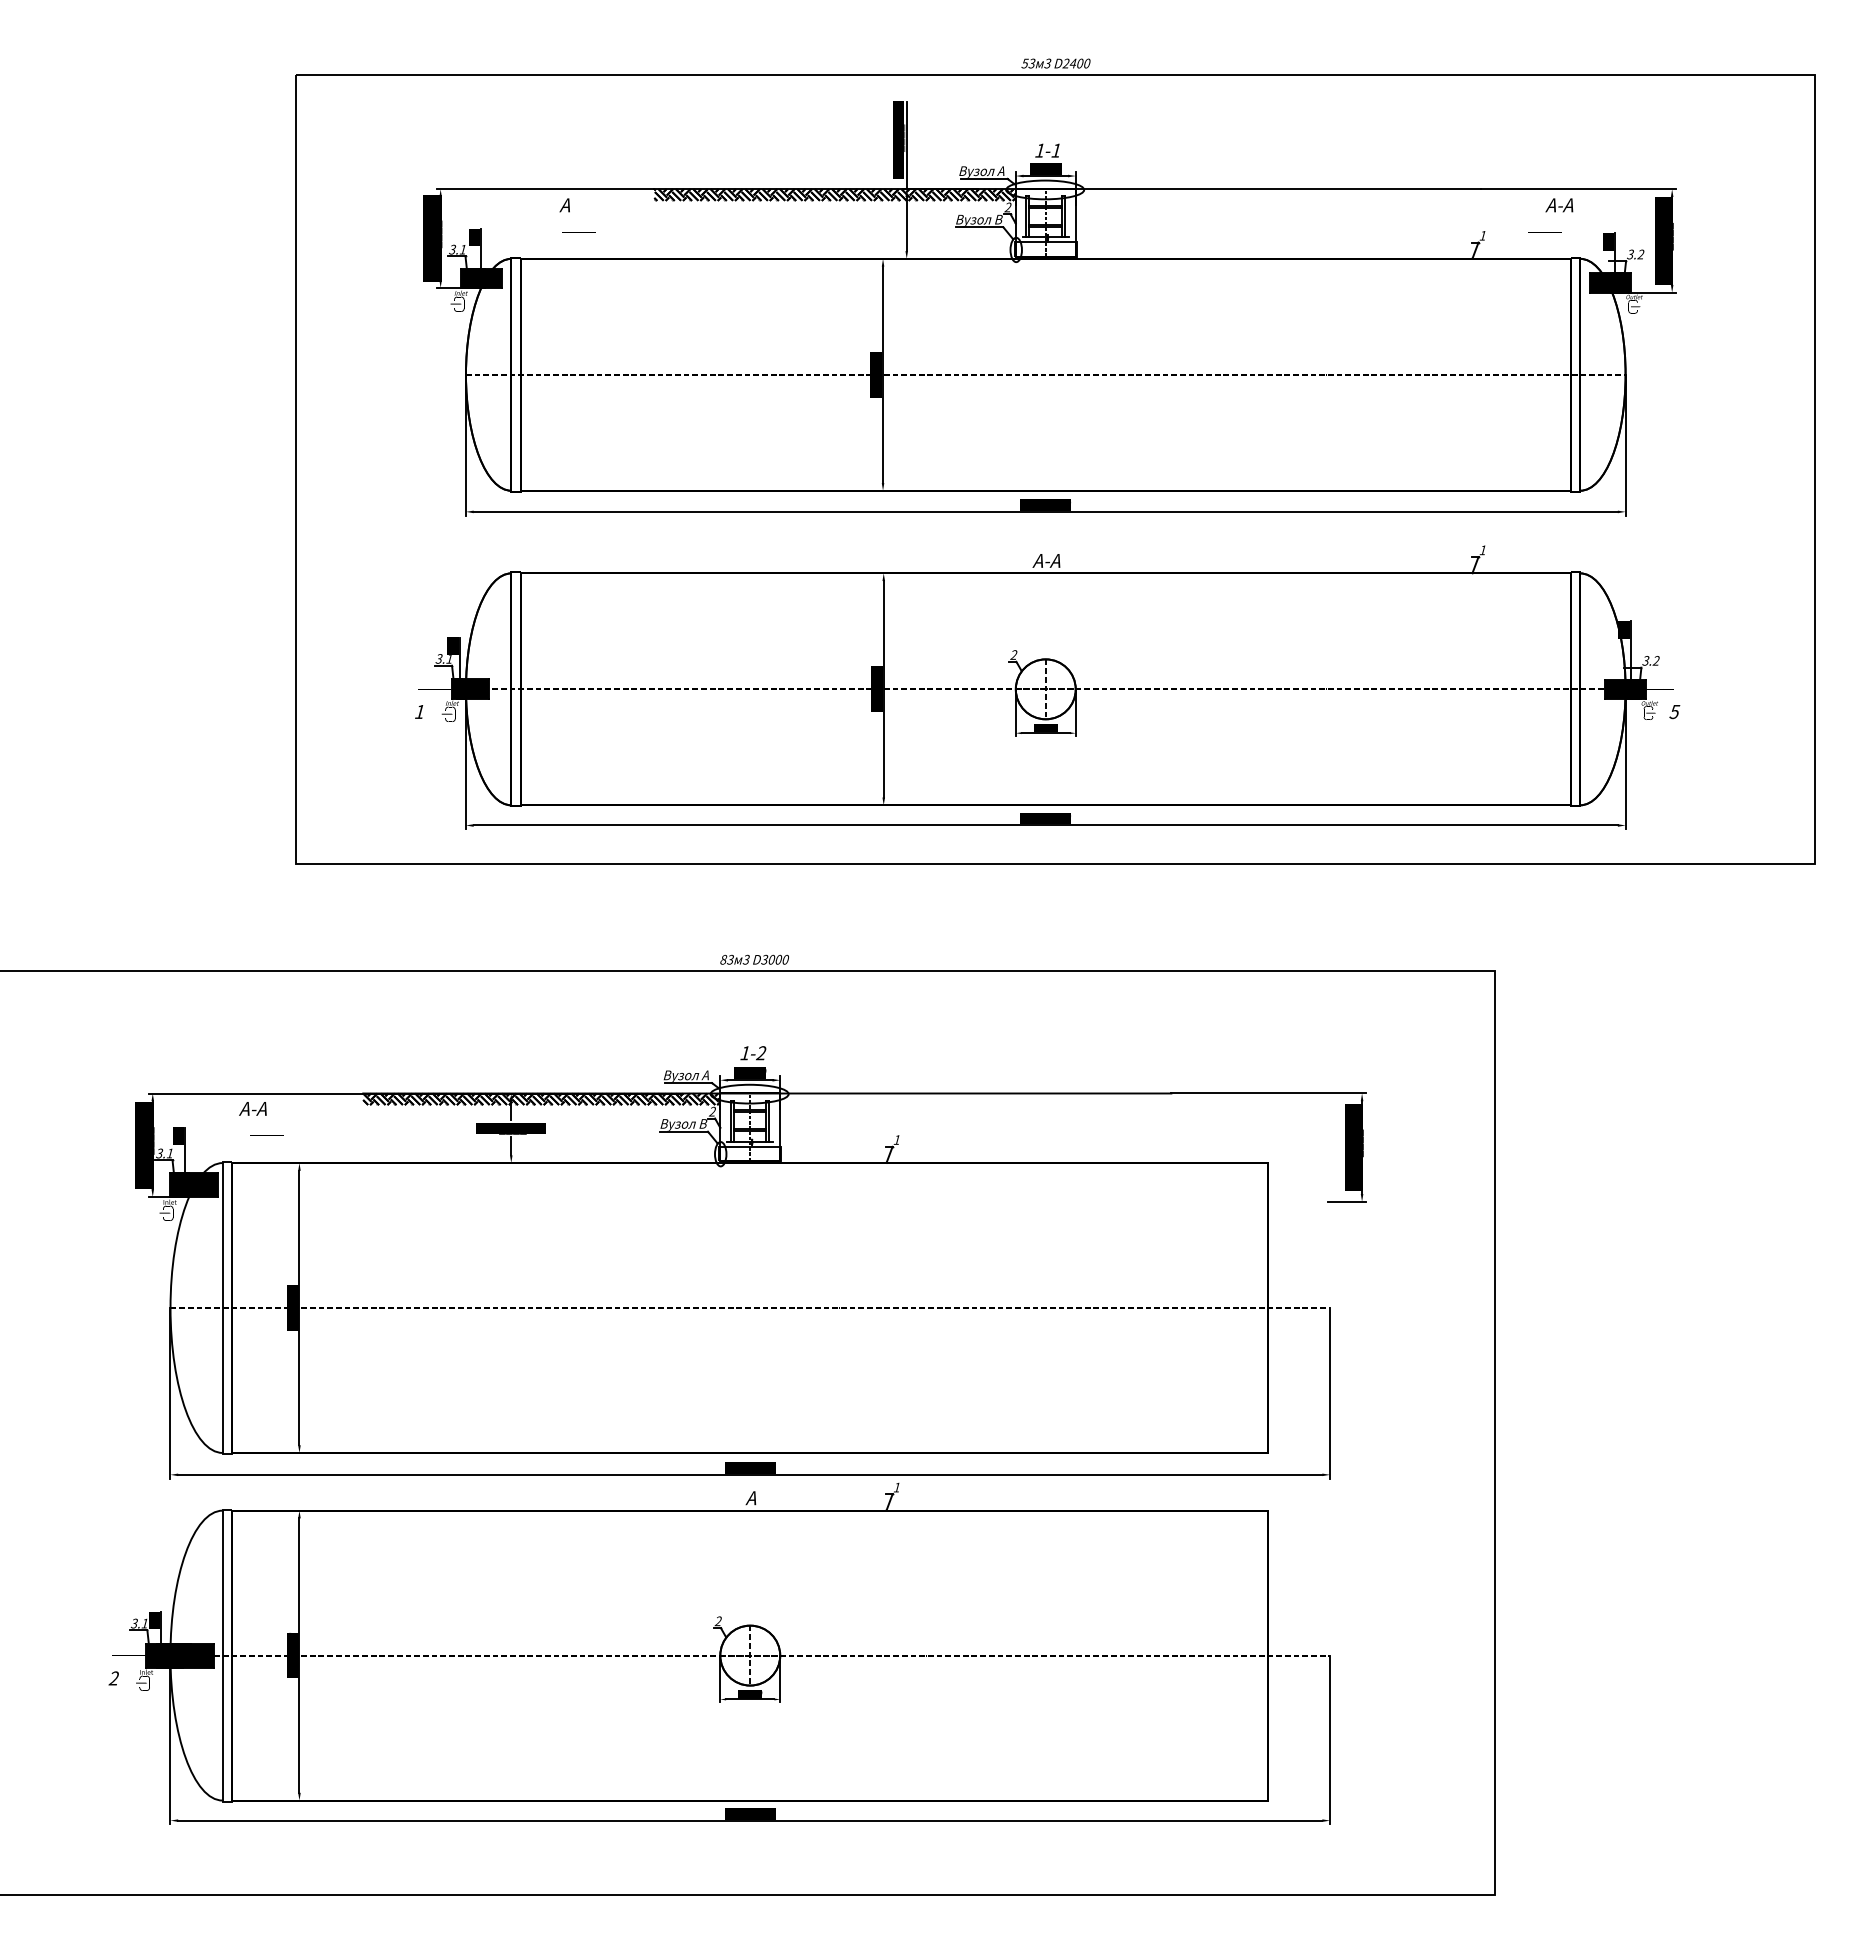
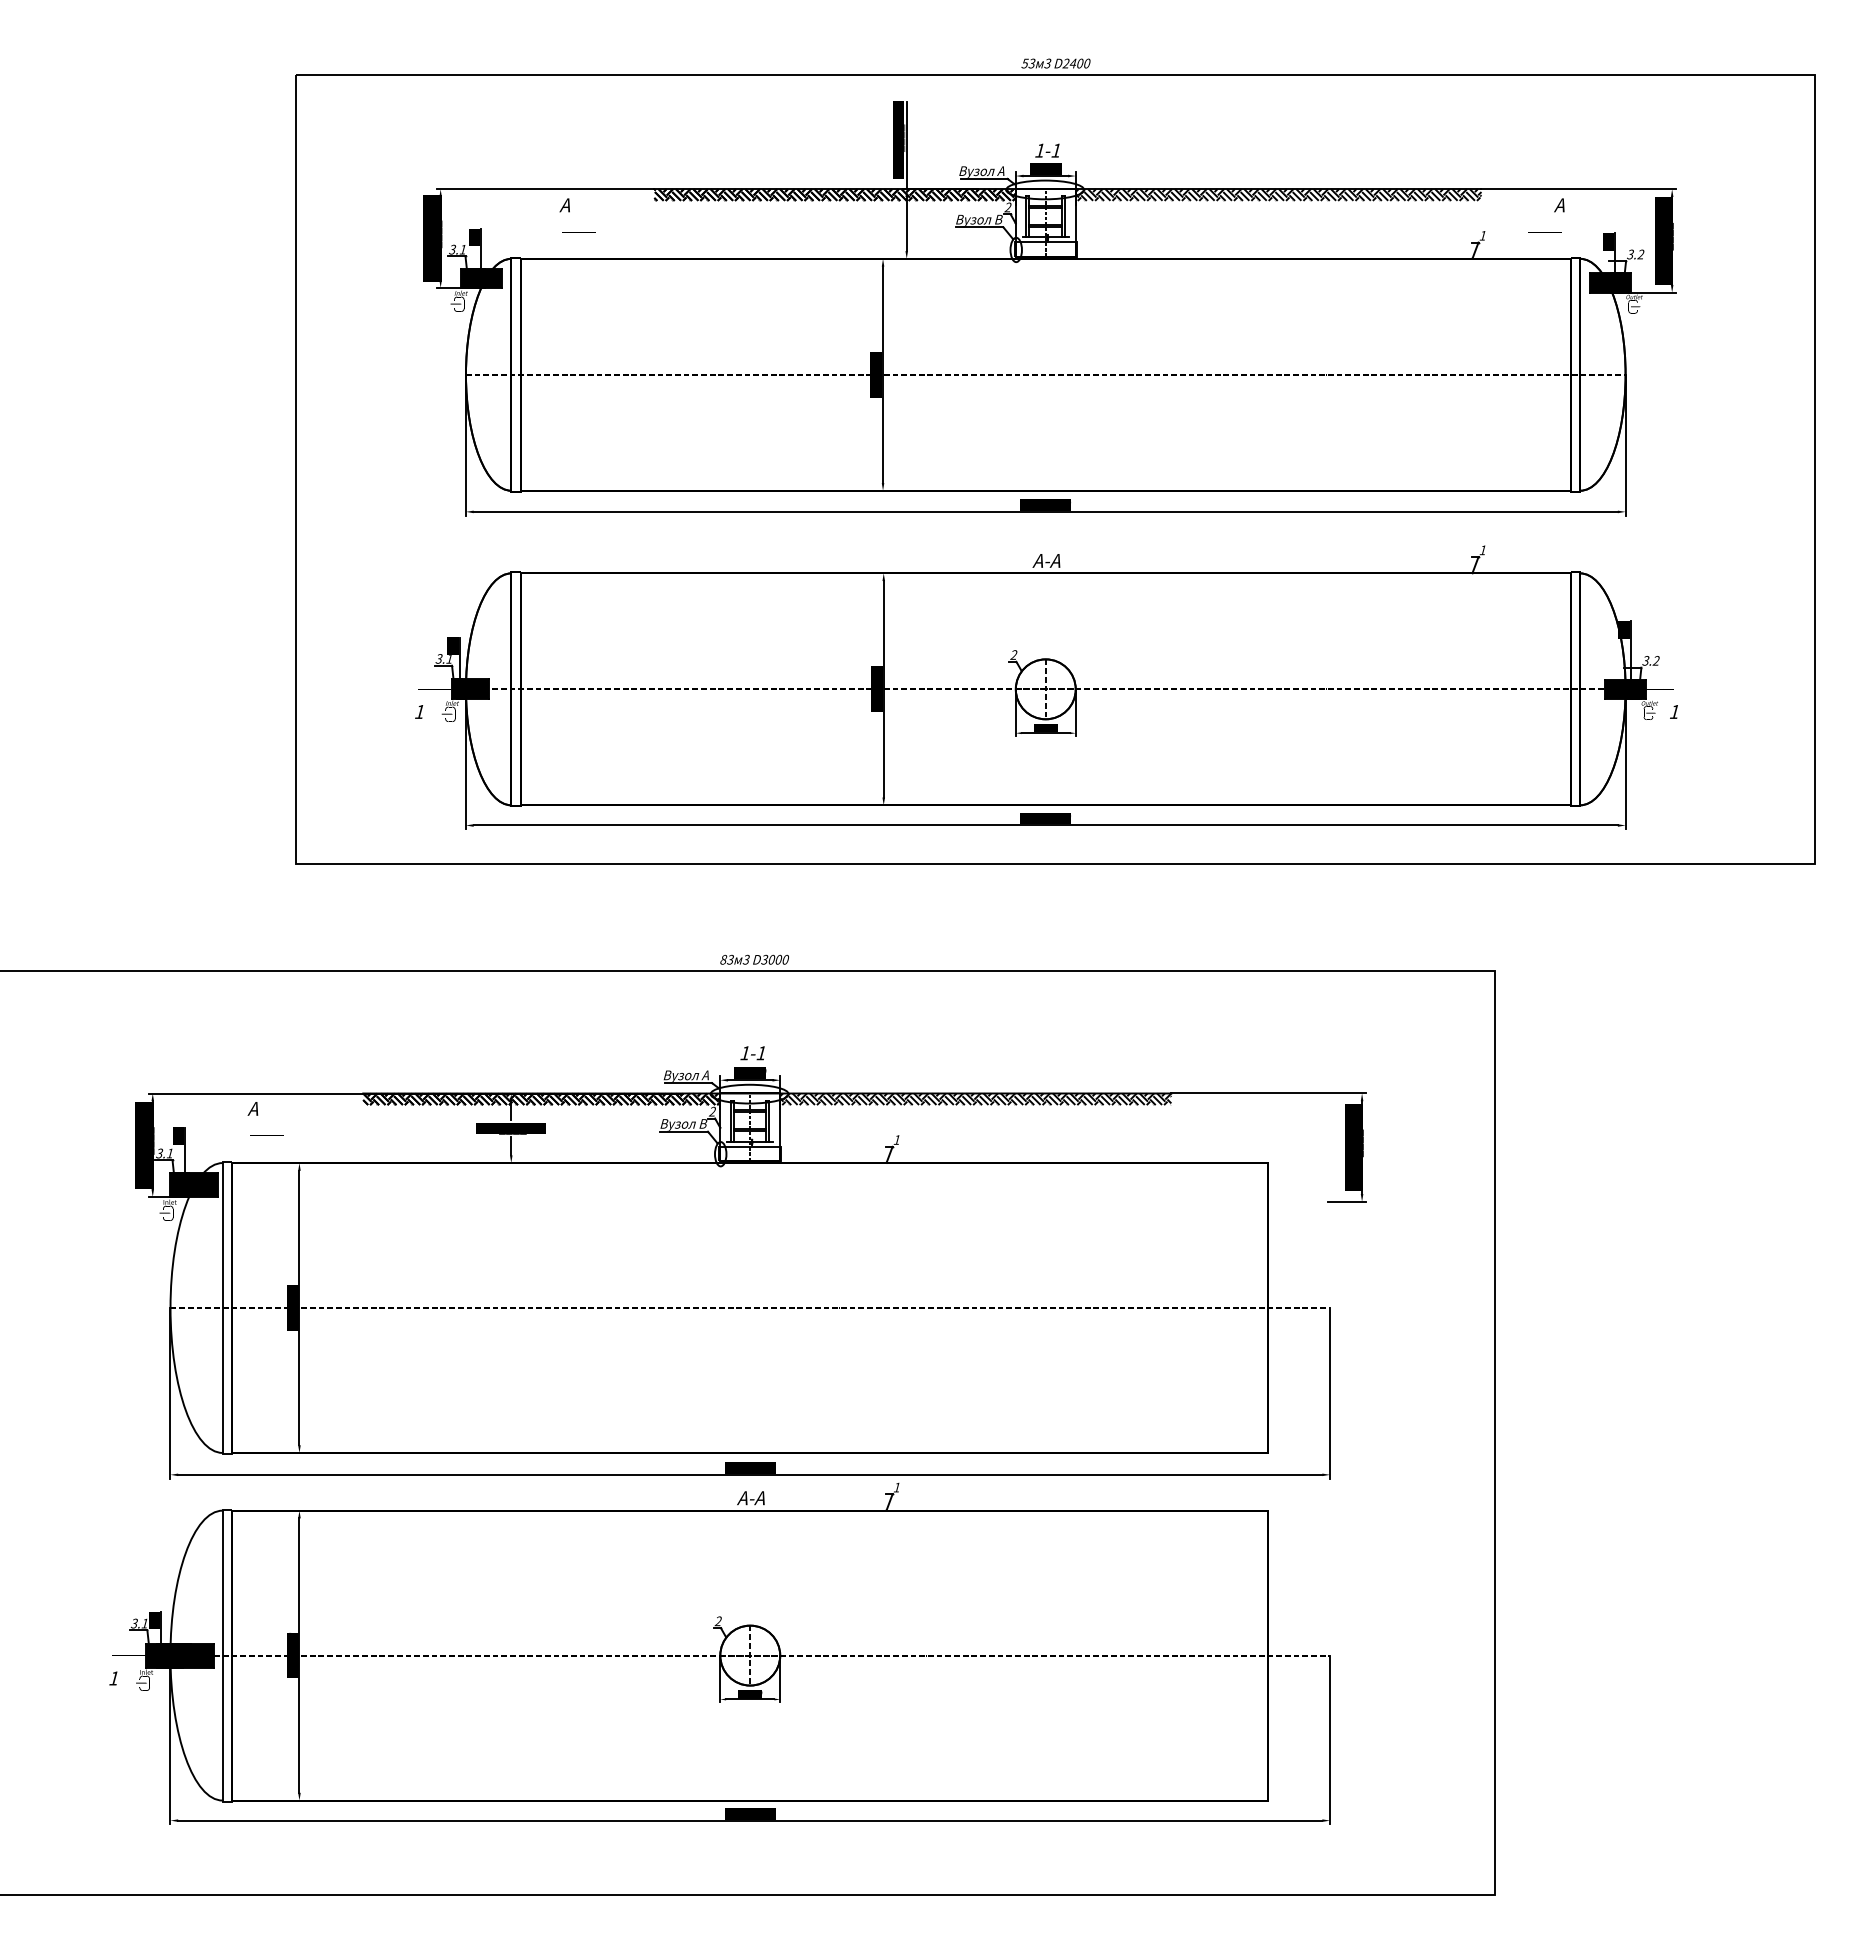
hatch at (1278, 194): none -> present
text at (1559, 205): А-А -> А
text at (1674, 712): 5 -> 1
text at (761, 1053): 1-2 -> 1-1
hatch at (975, 1099): none -> present
text at (252, 1108): А-А -> А
text at (750, 1498): А -> А-А
text at (113, 1678): 2 -> 1
